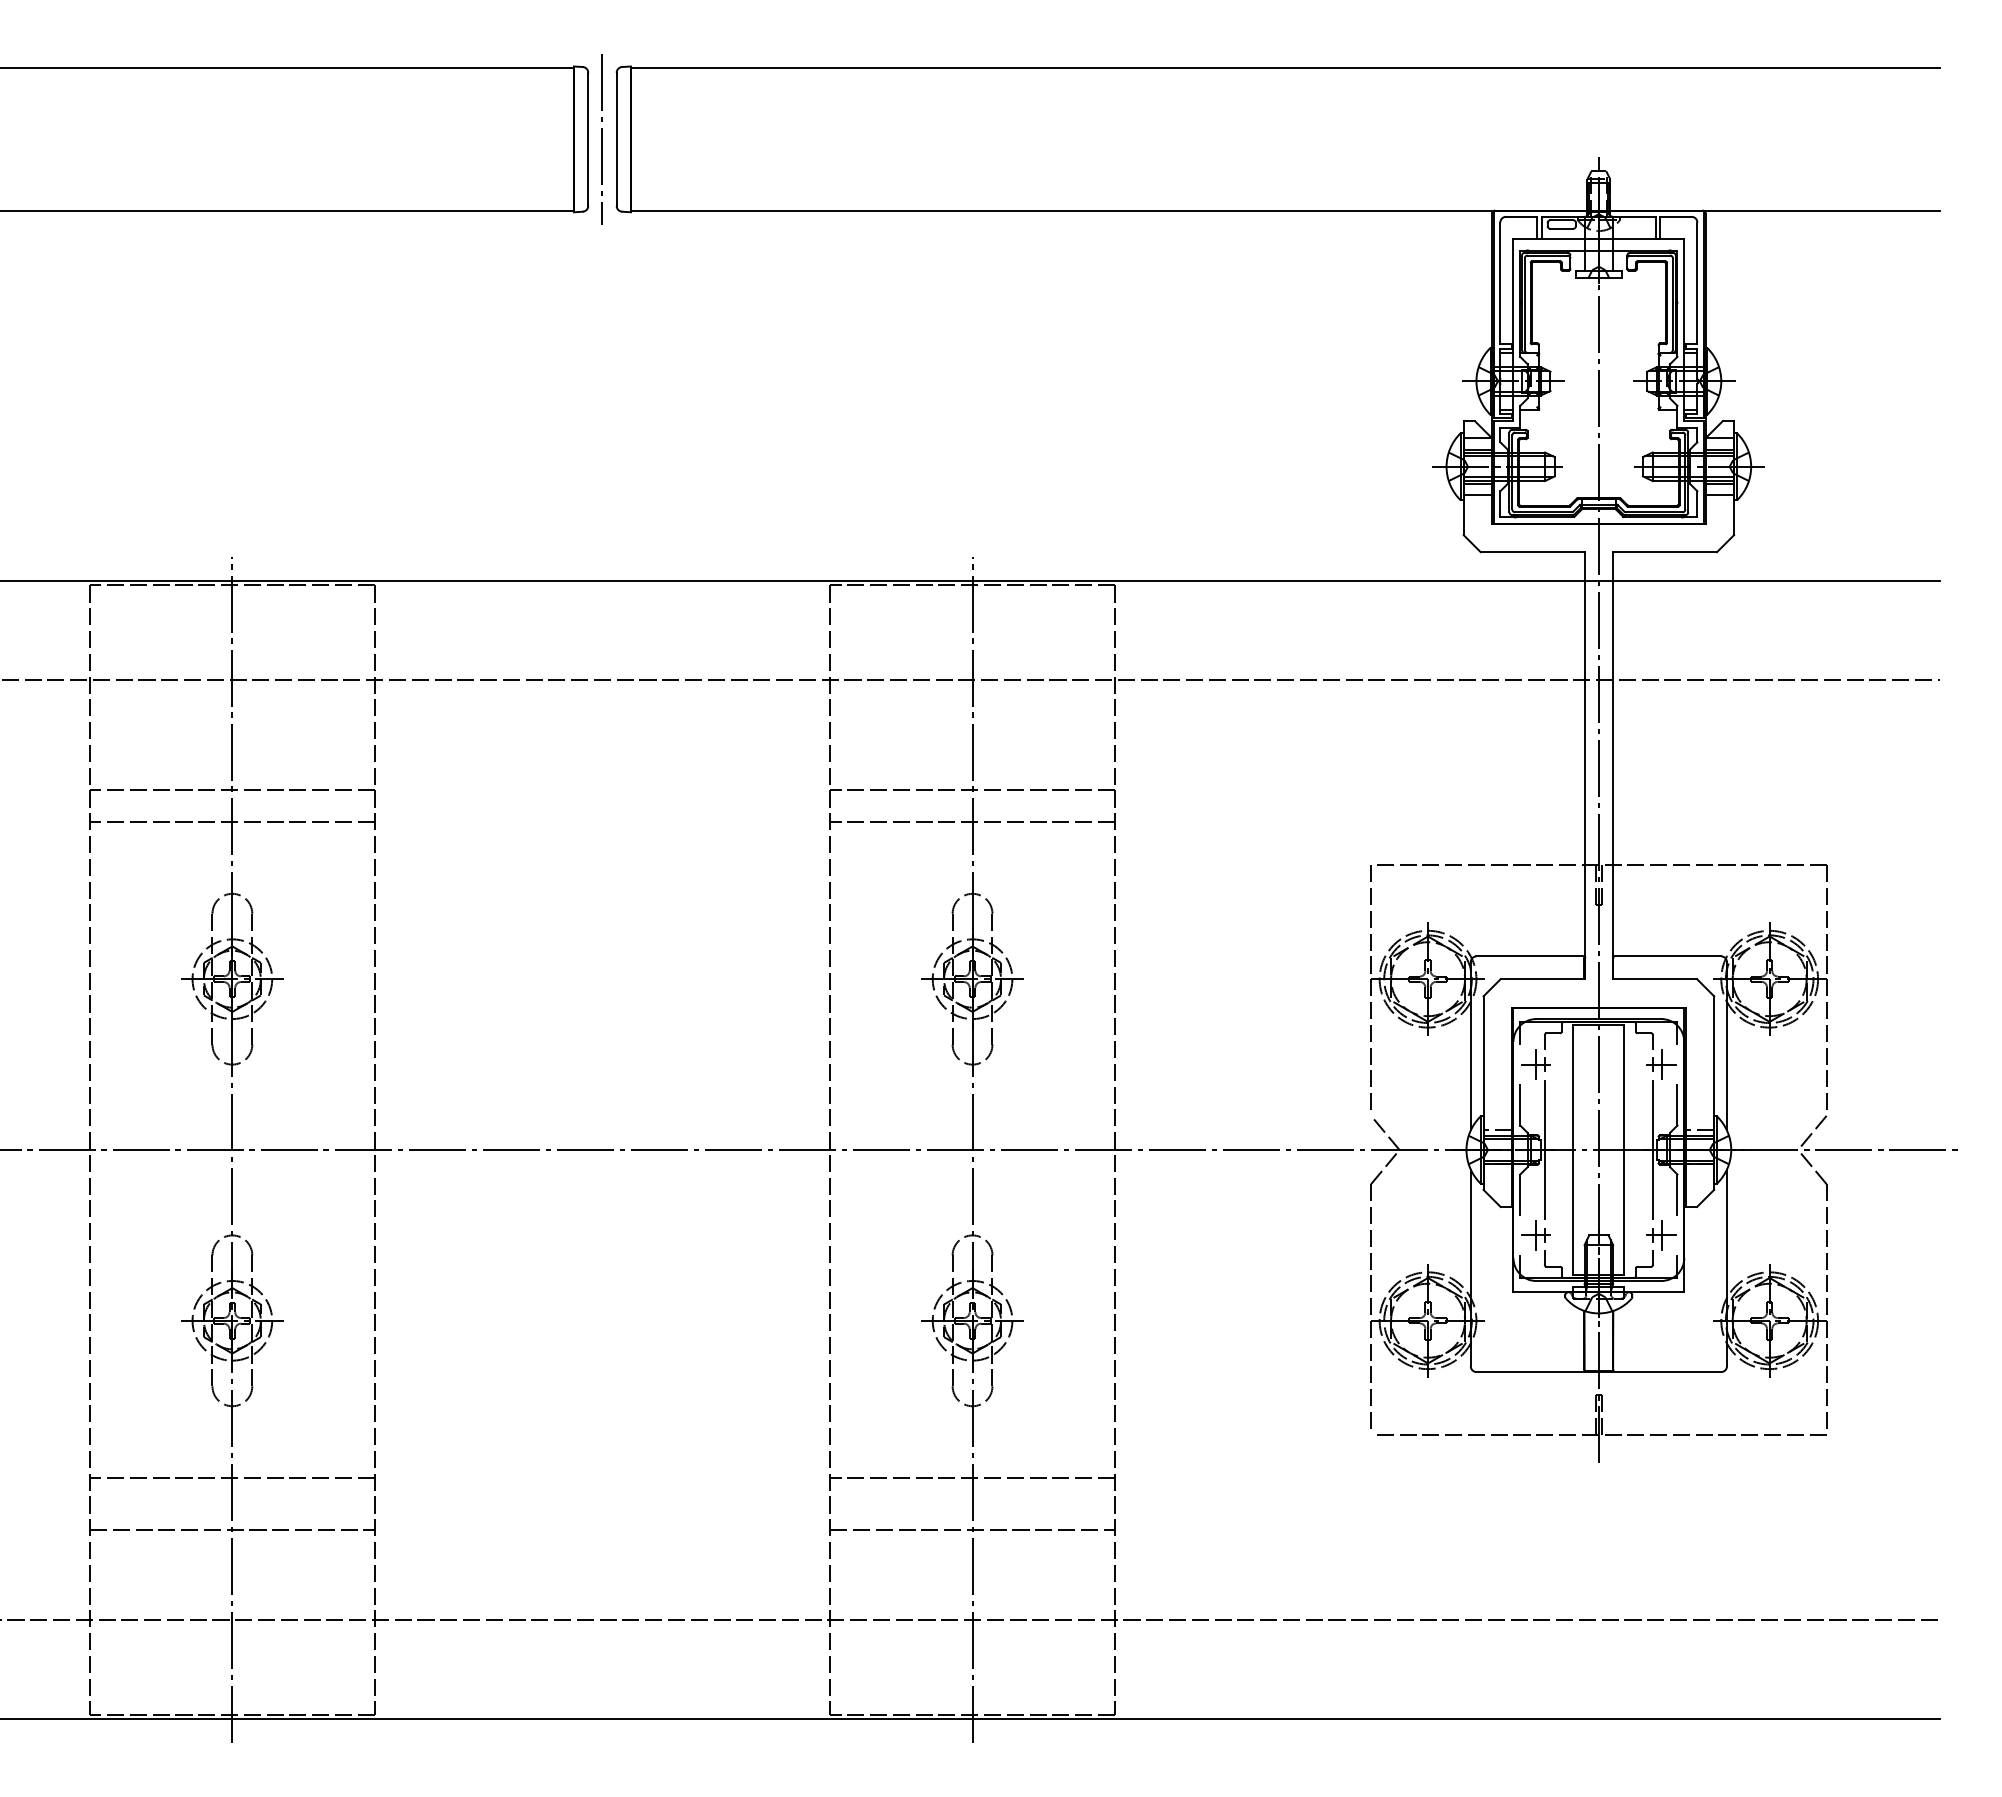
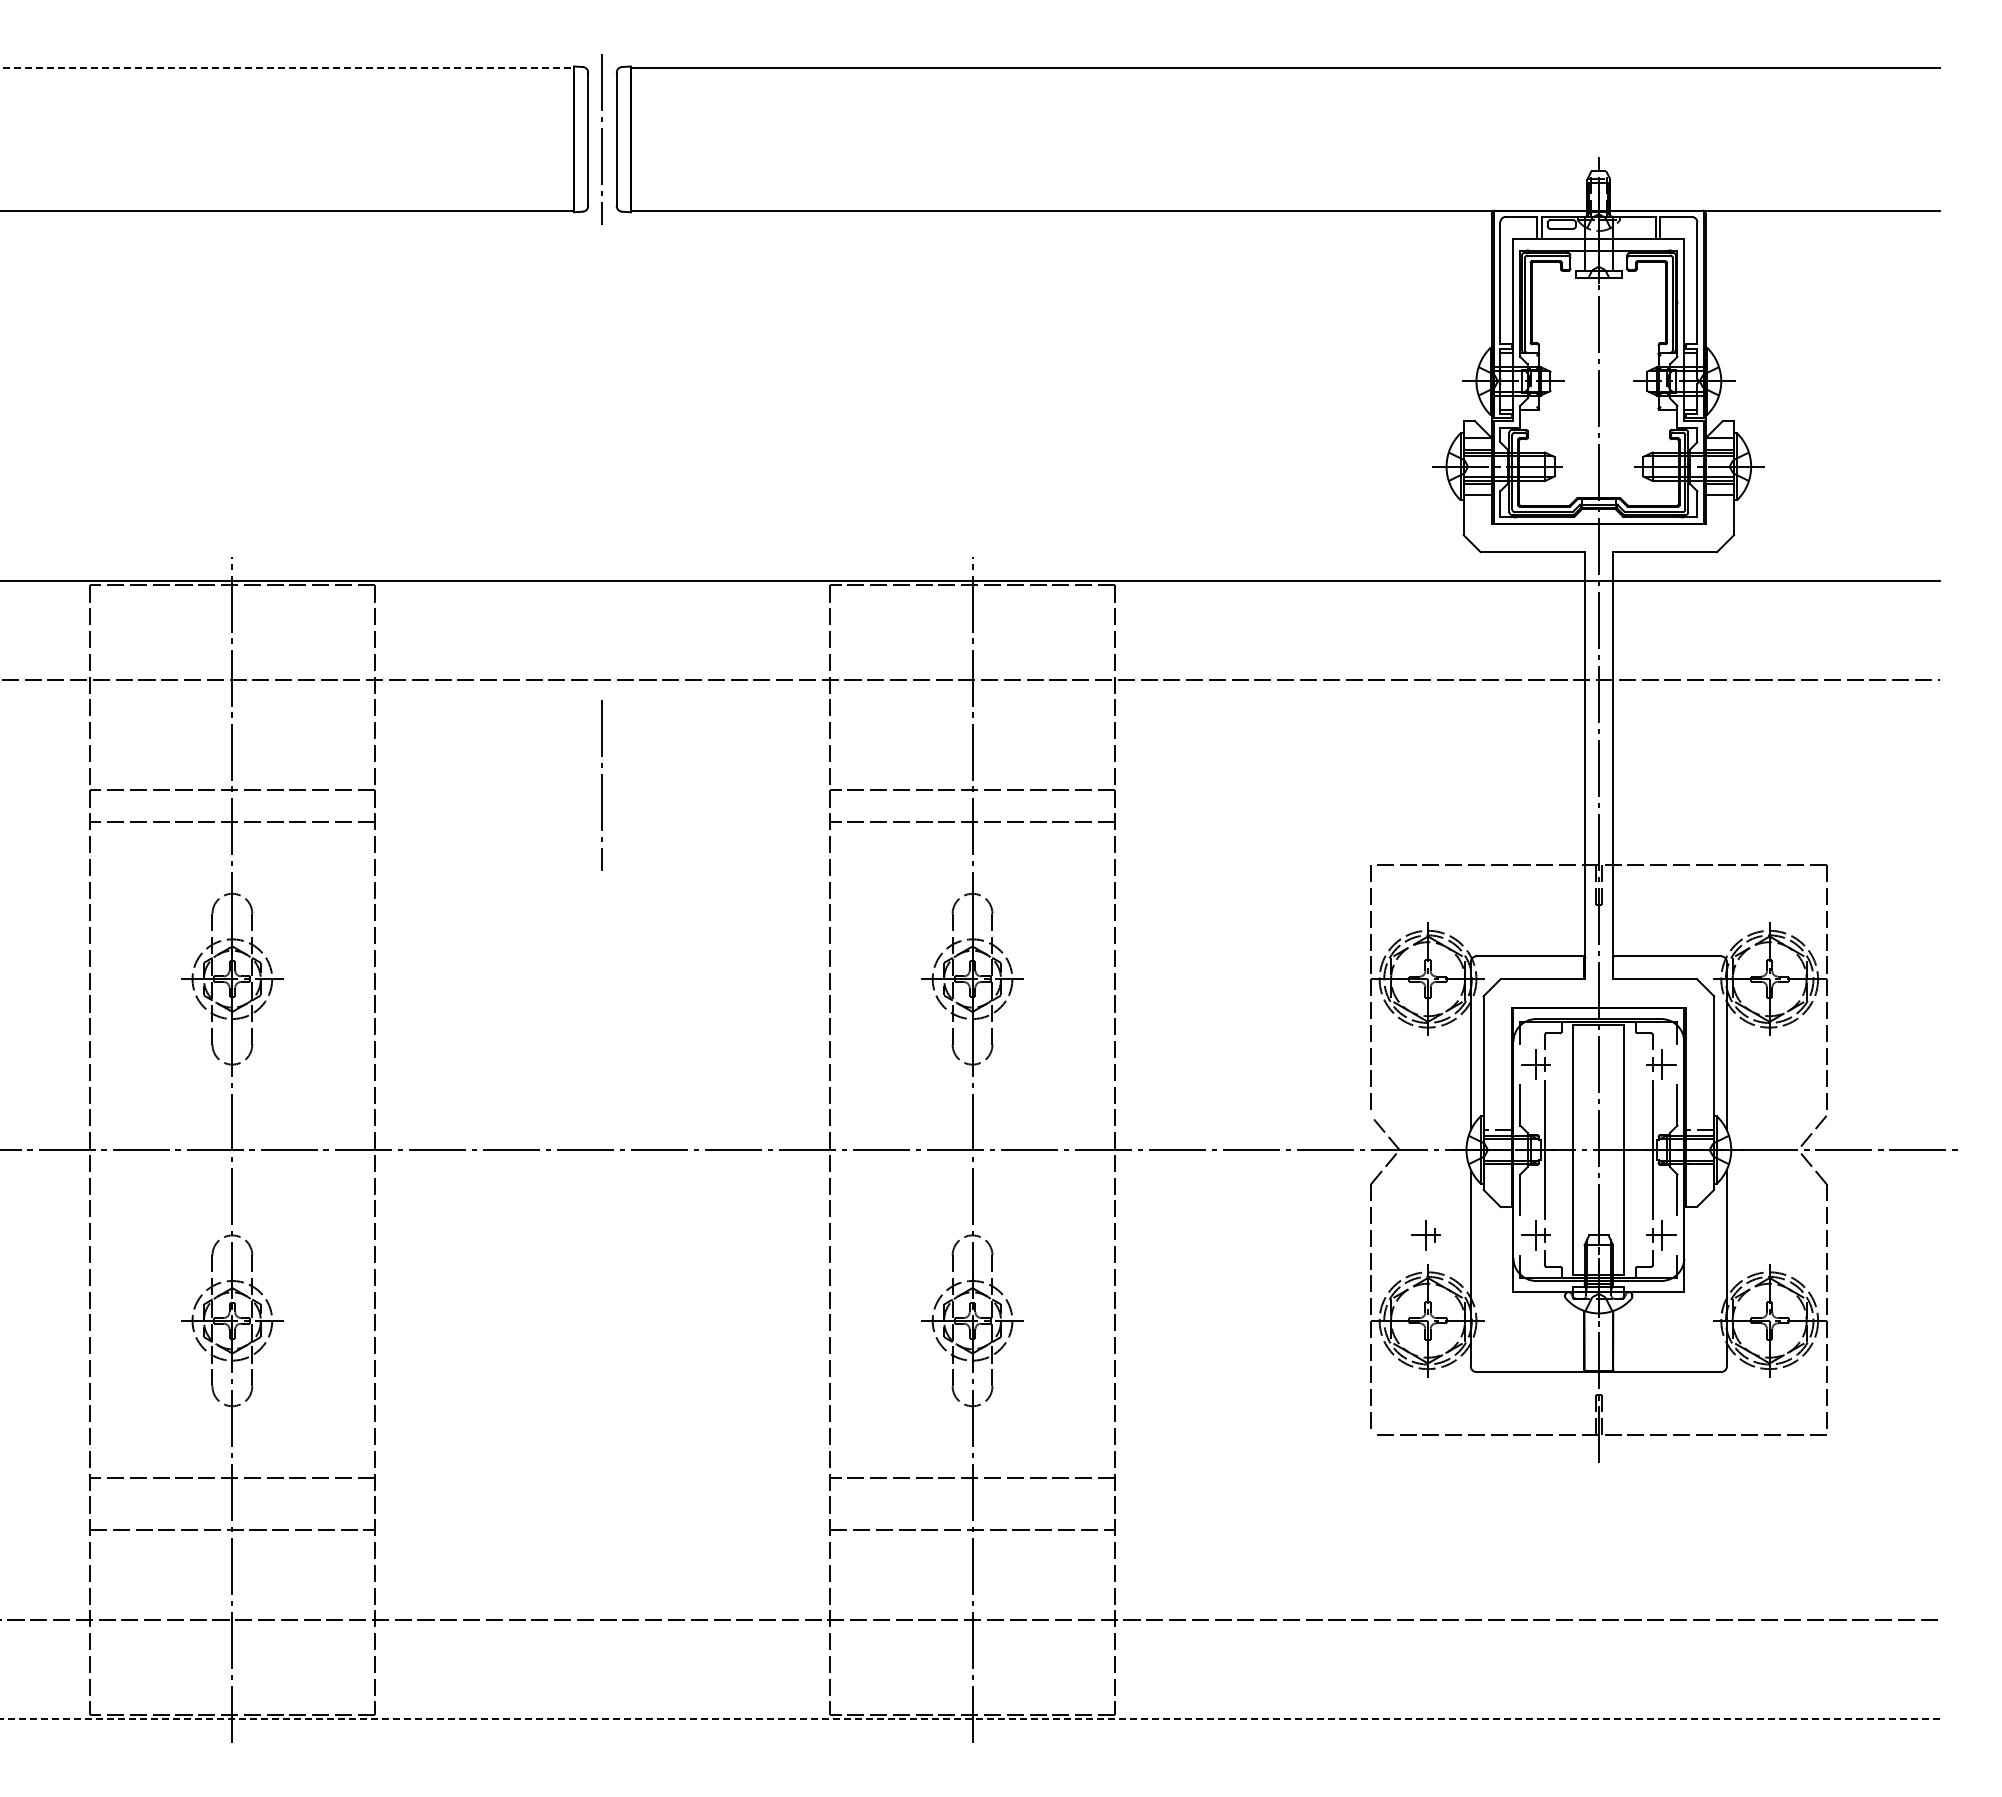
line at (287, 68): solid -> dashed
line at (601, 785): none -> present
part at (1425, 1235): none -> present
line at (970, 1719): solid -> dashed
